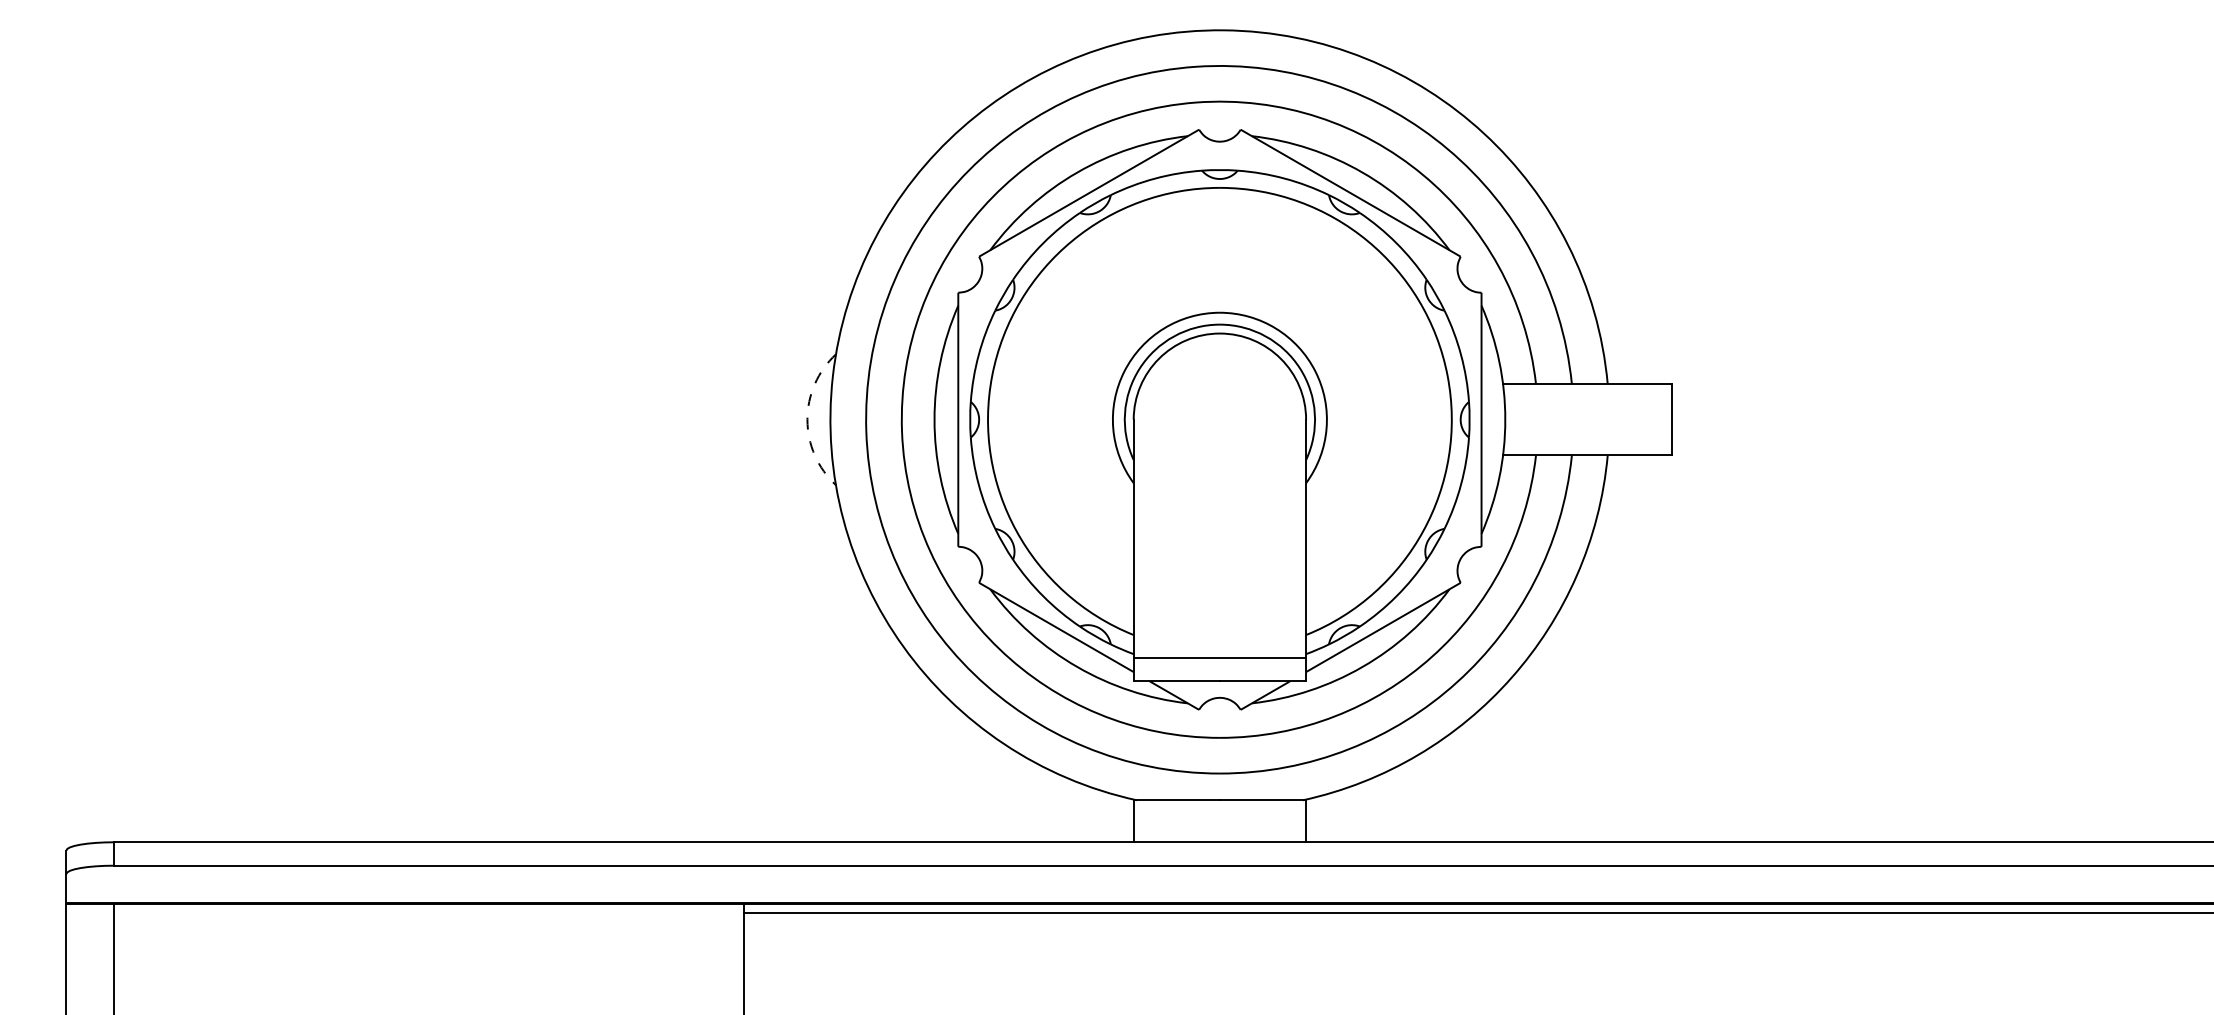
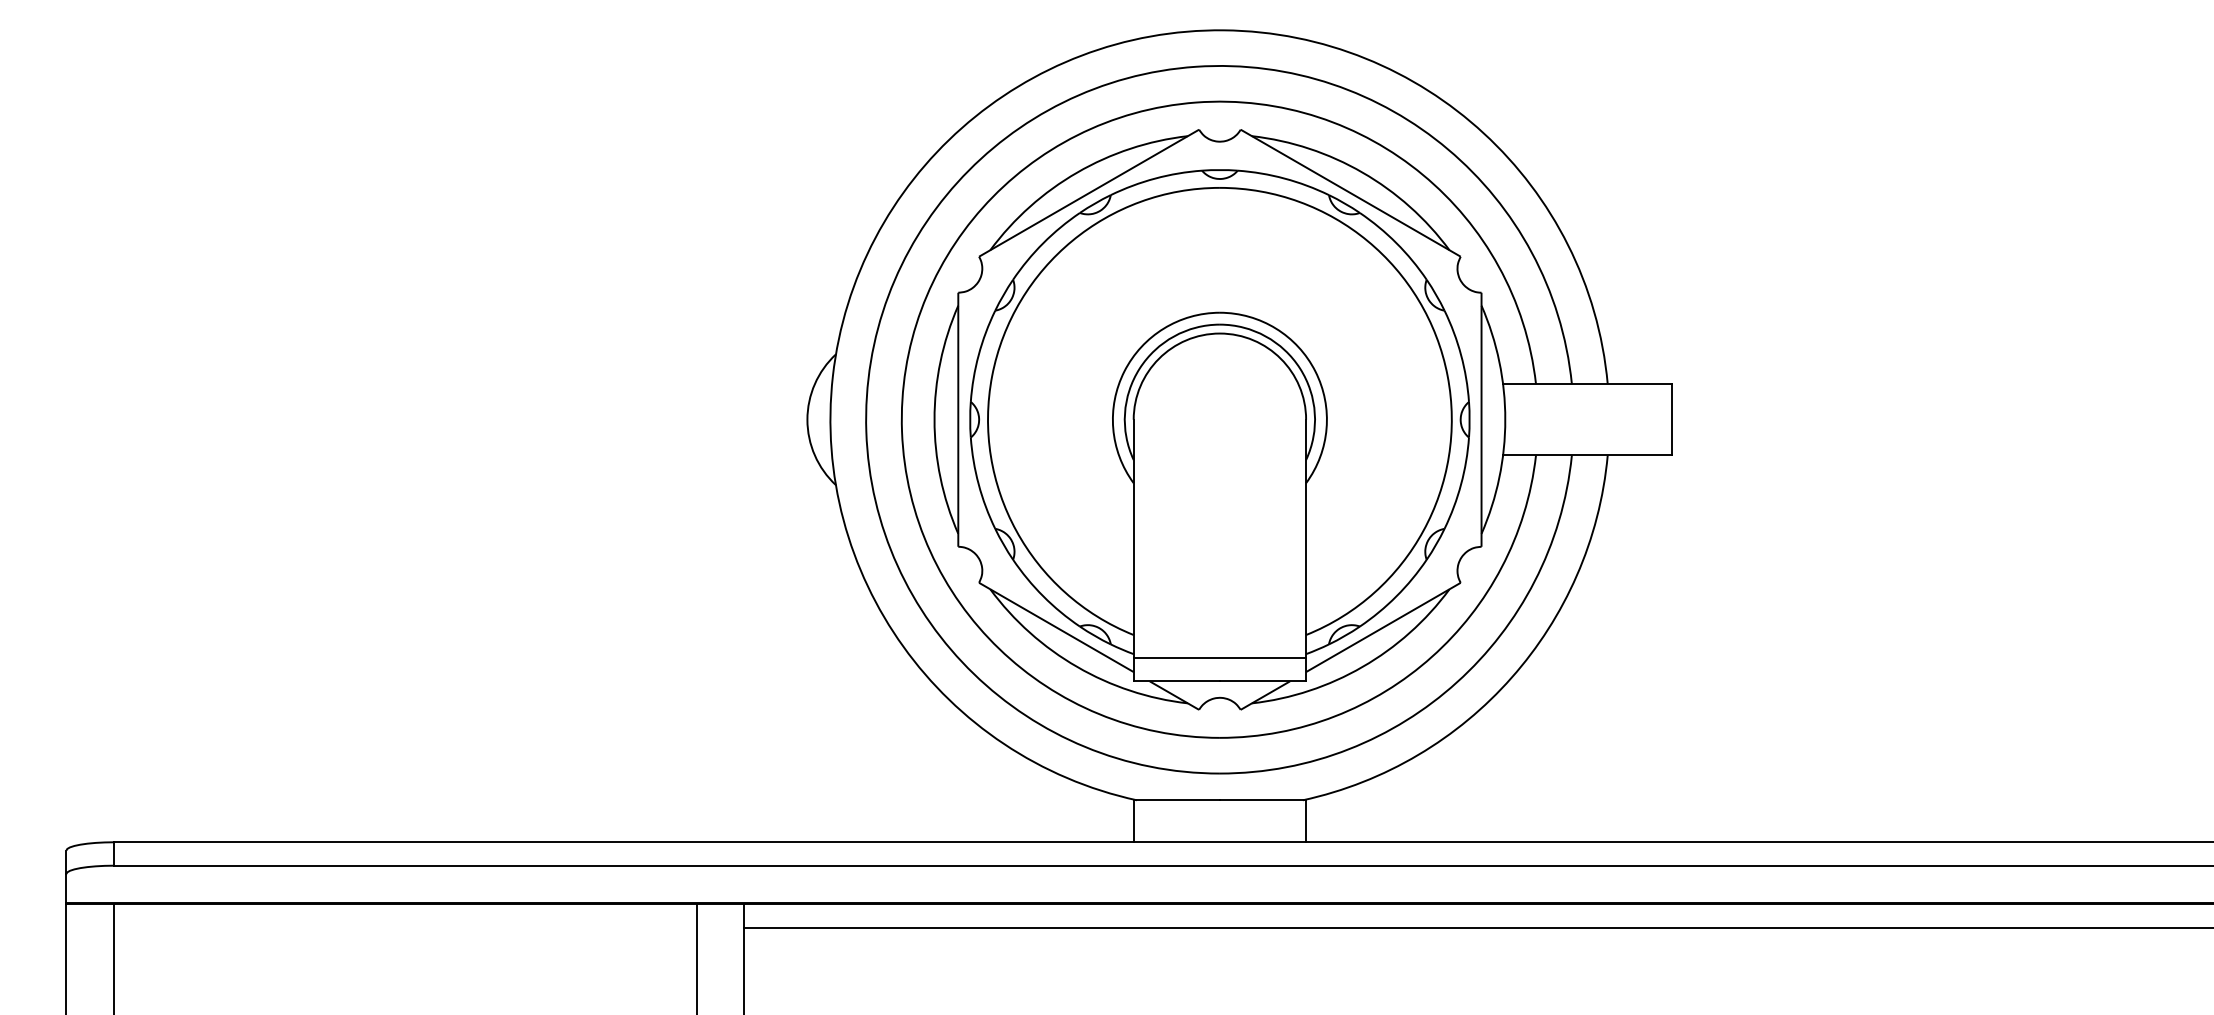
arc at (807, 419): dashed -> solid
line at (1477, 912) position: (1477, 912) -> (1477, 927)
line at (696, 957): none -> present
